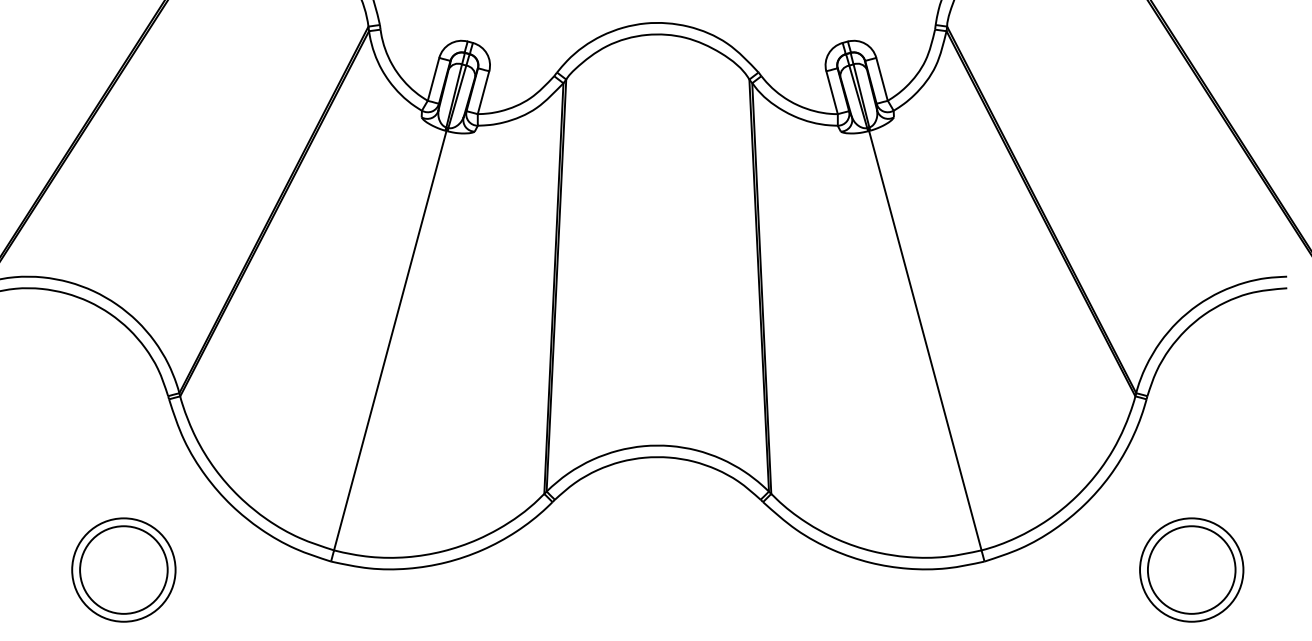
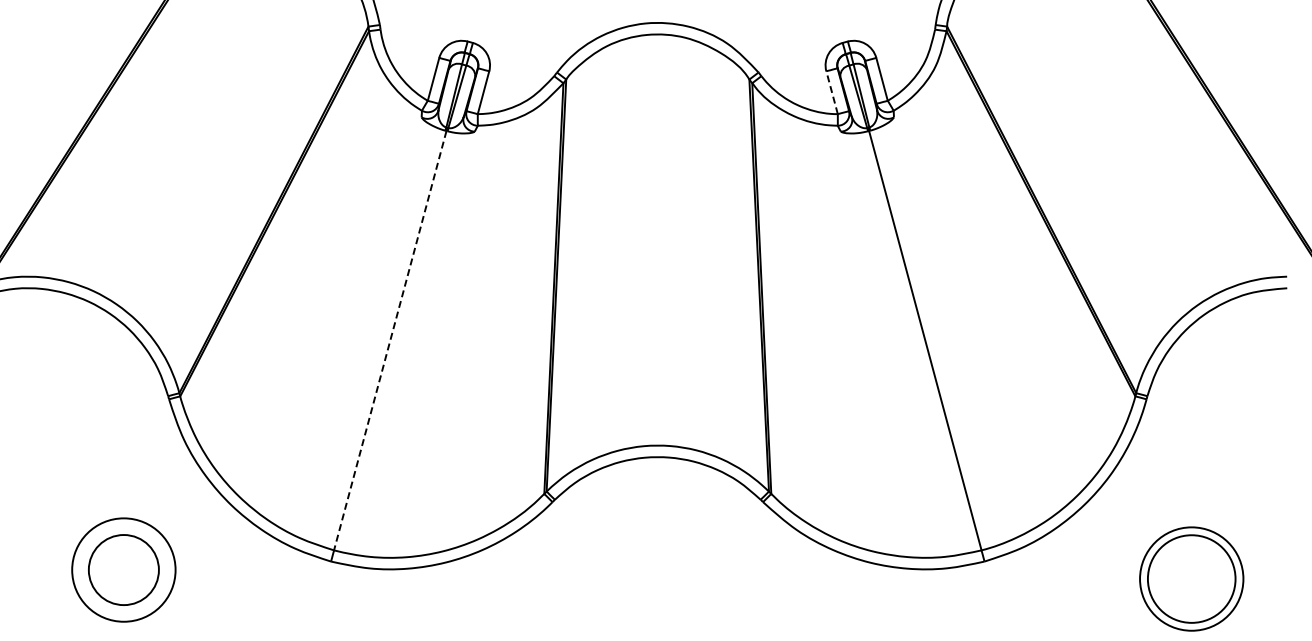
line at (831, 92): solid -> dashed
line at (390, 341): solid -> dashed
circle at (123, 569) diameter: 88 px -> 70 px
part at (1191, 569) position: (1191, 569) -> (1191, 578)
